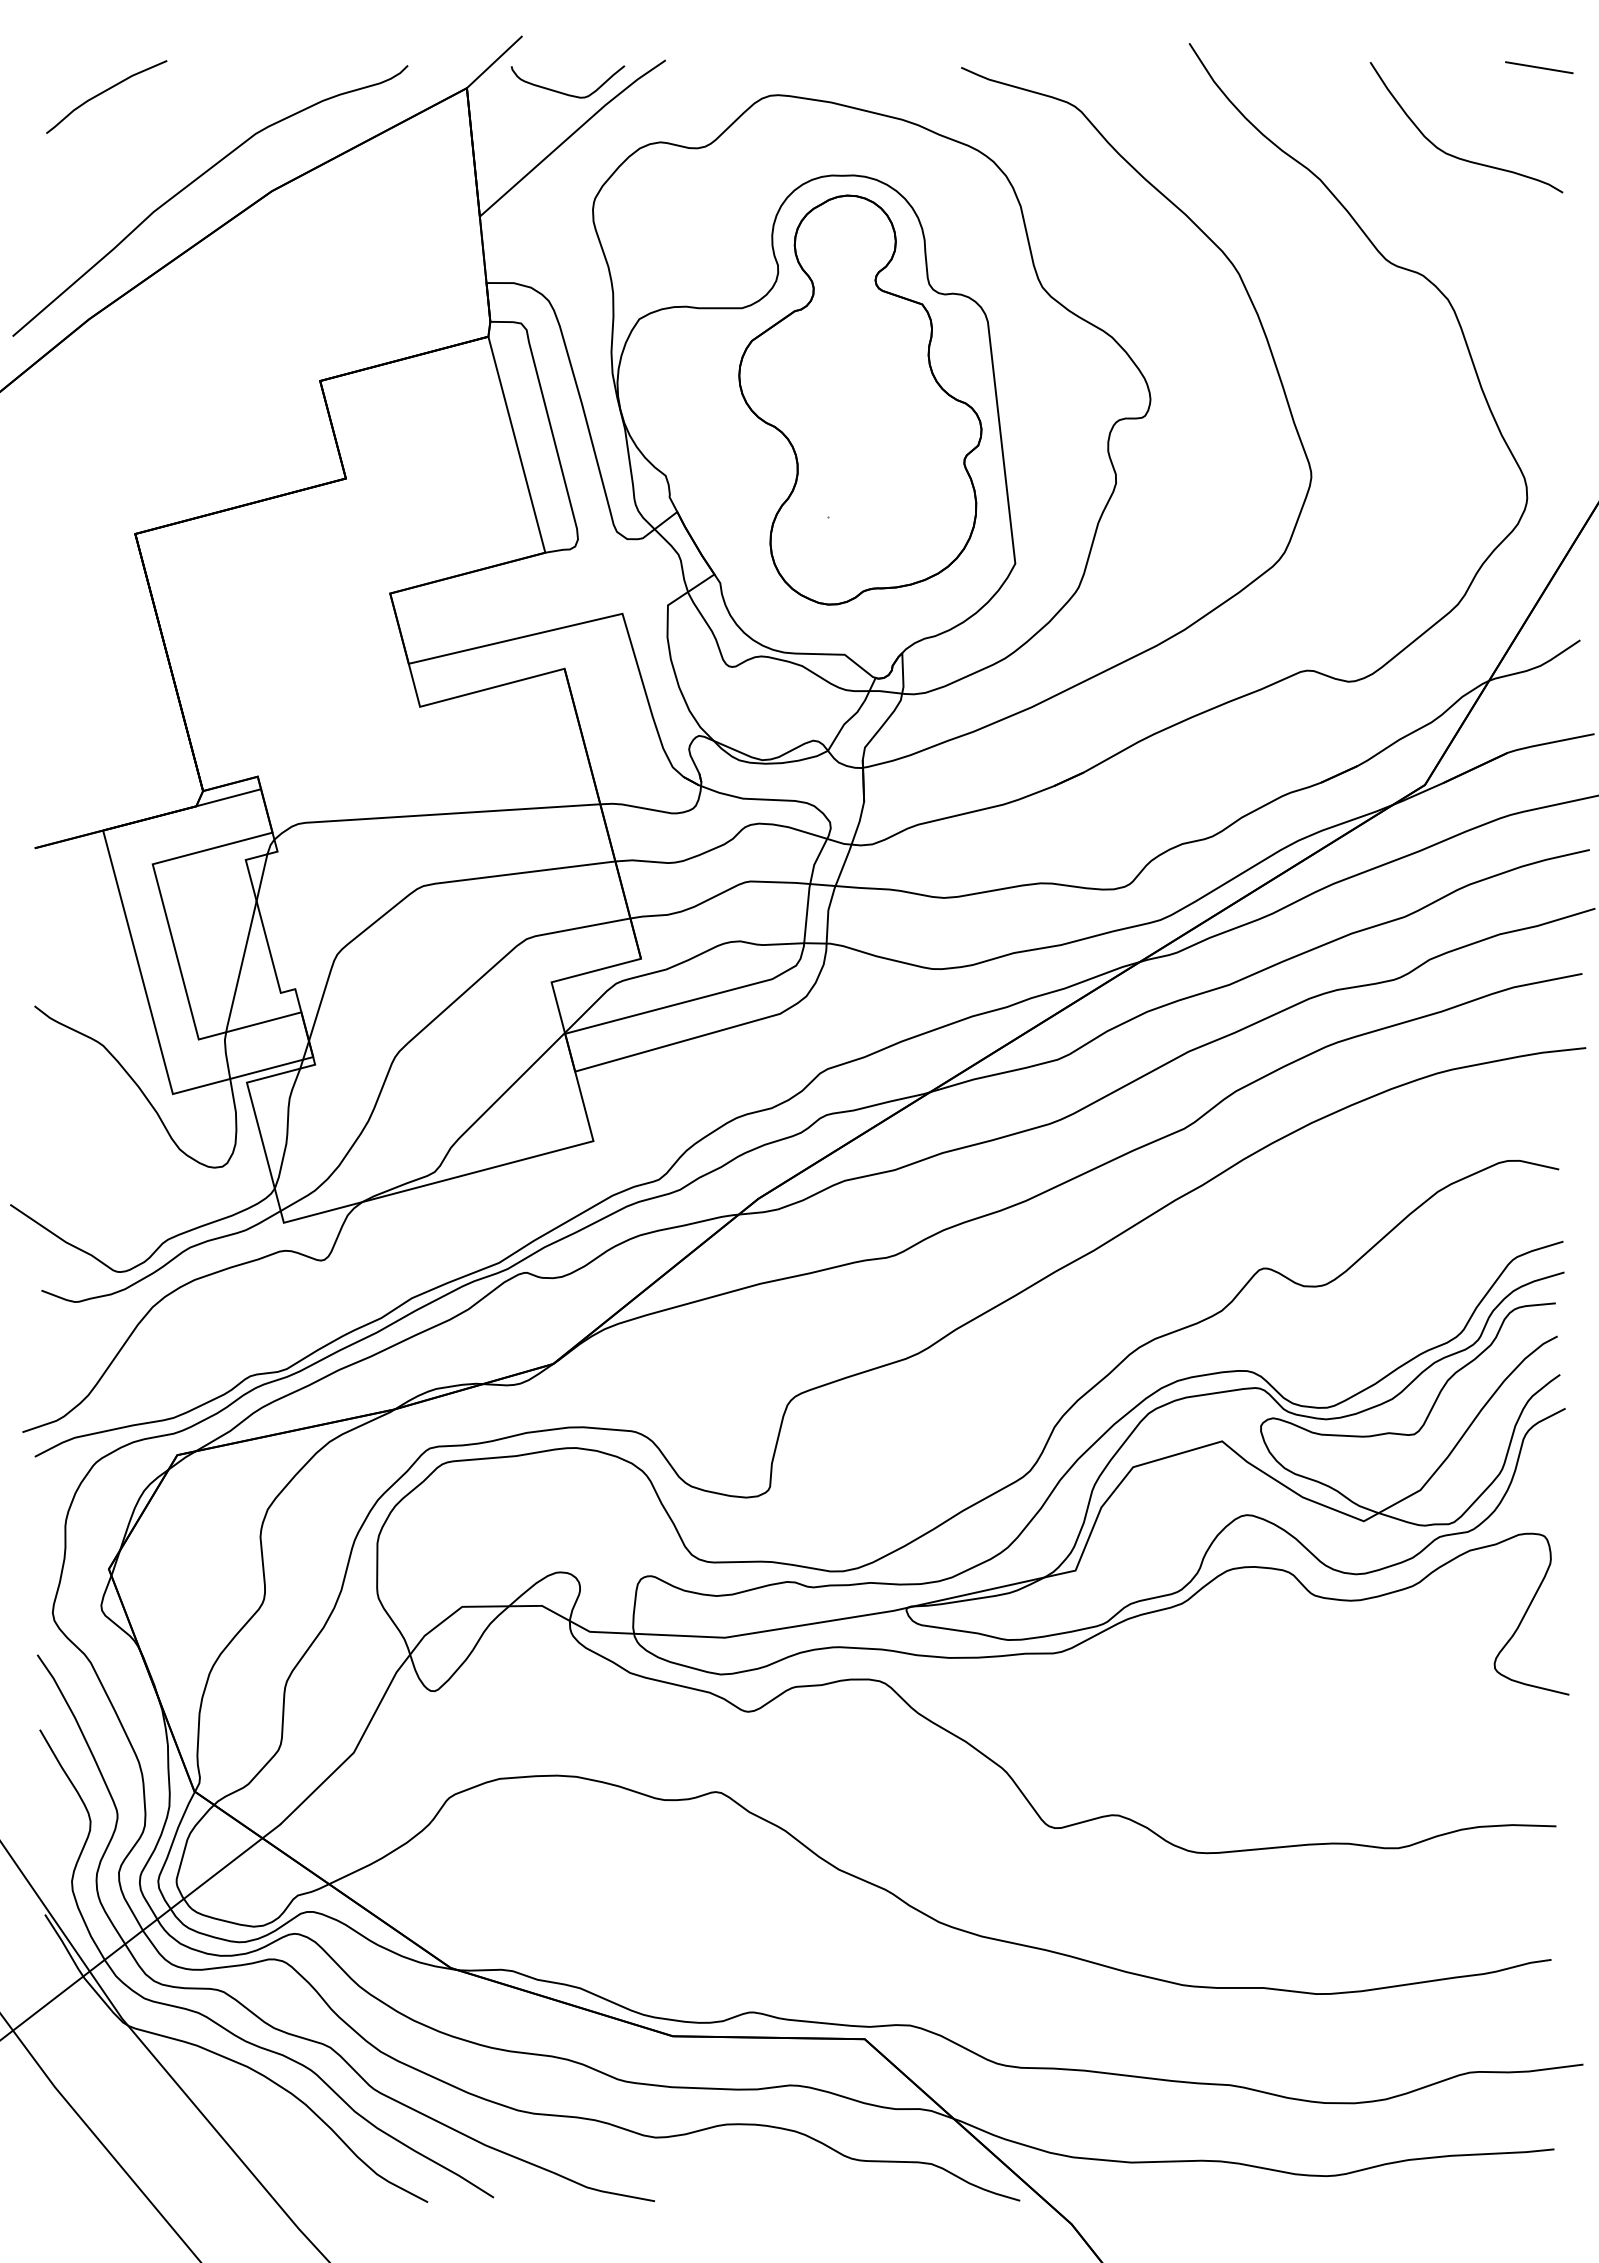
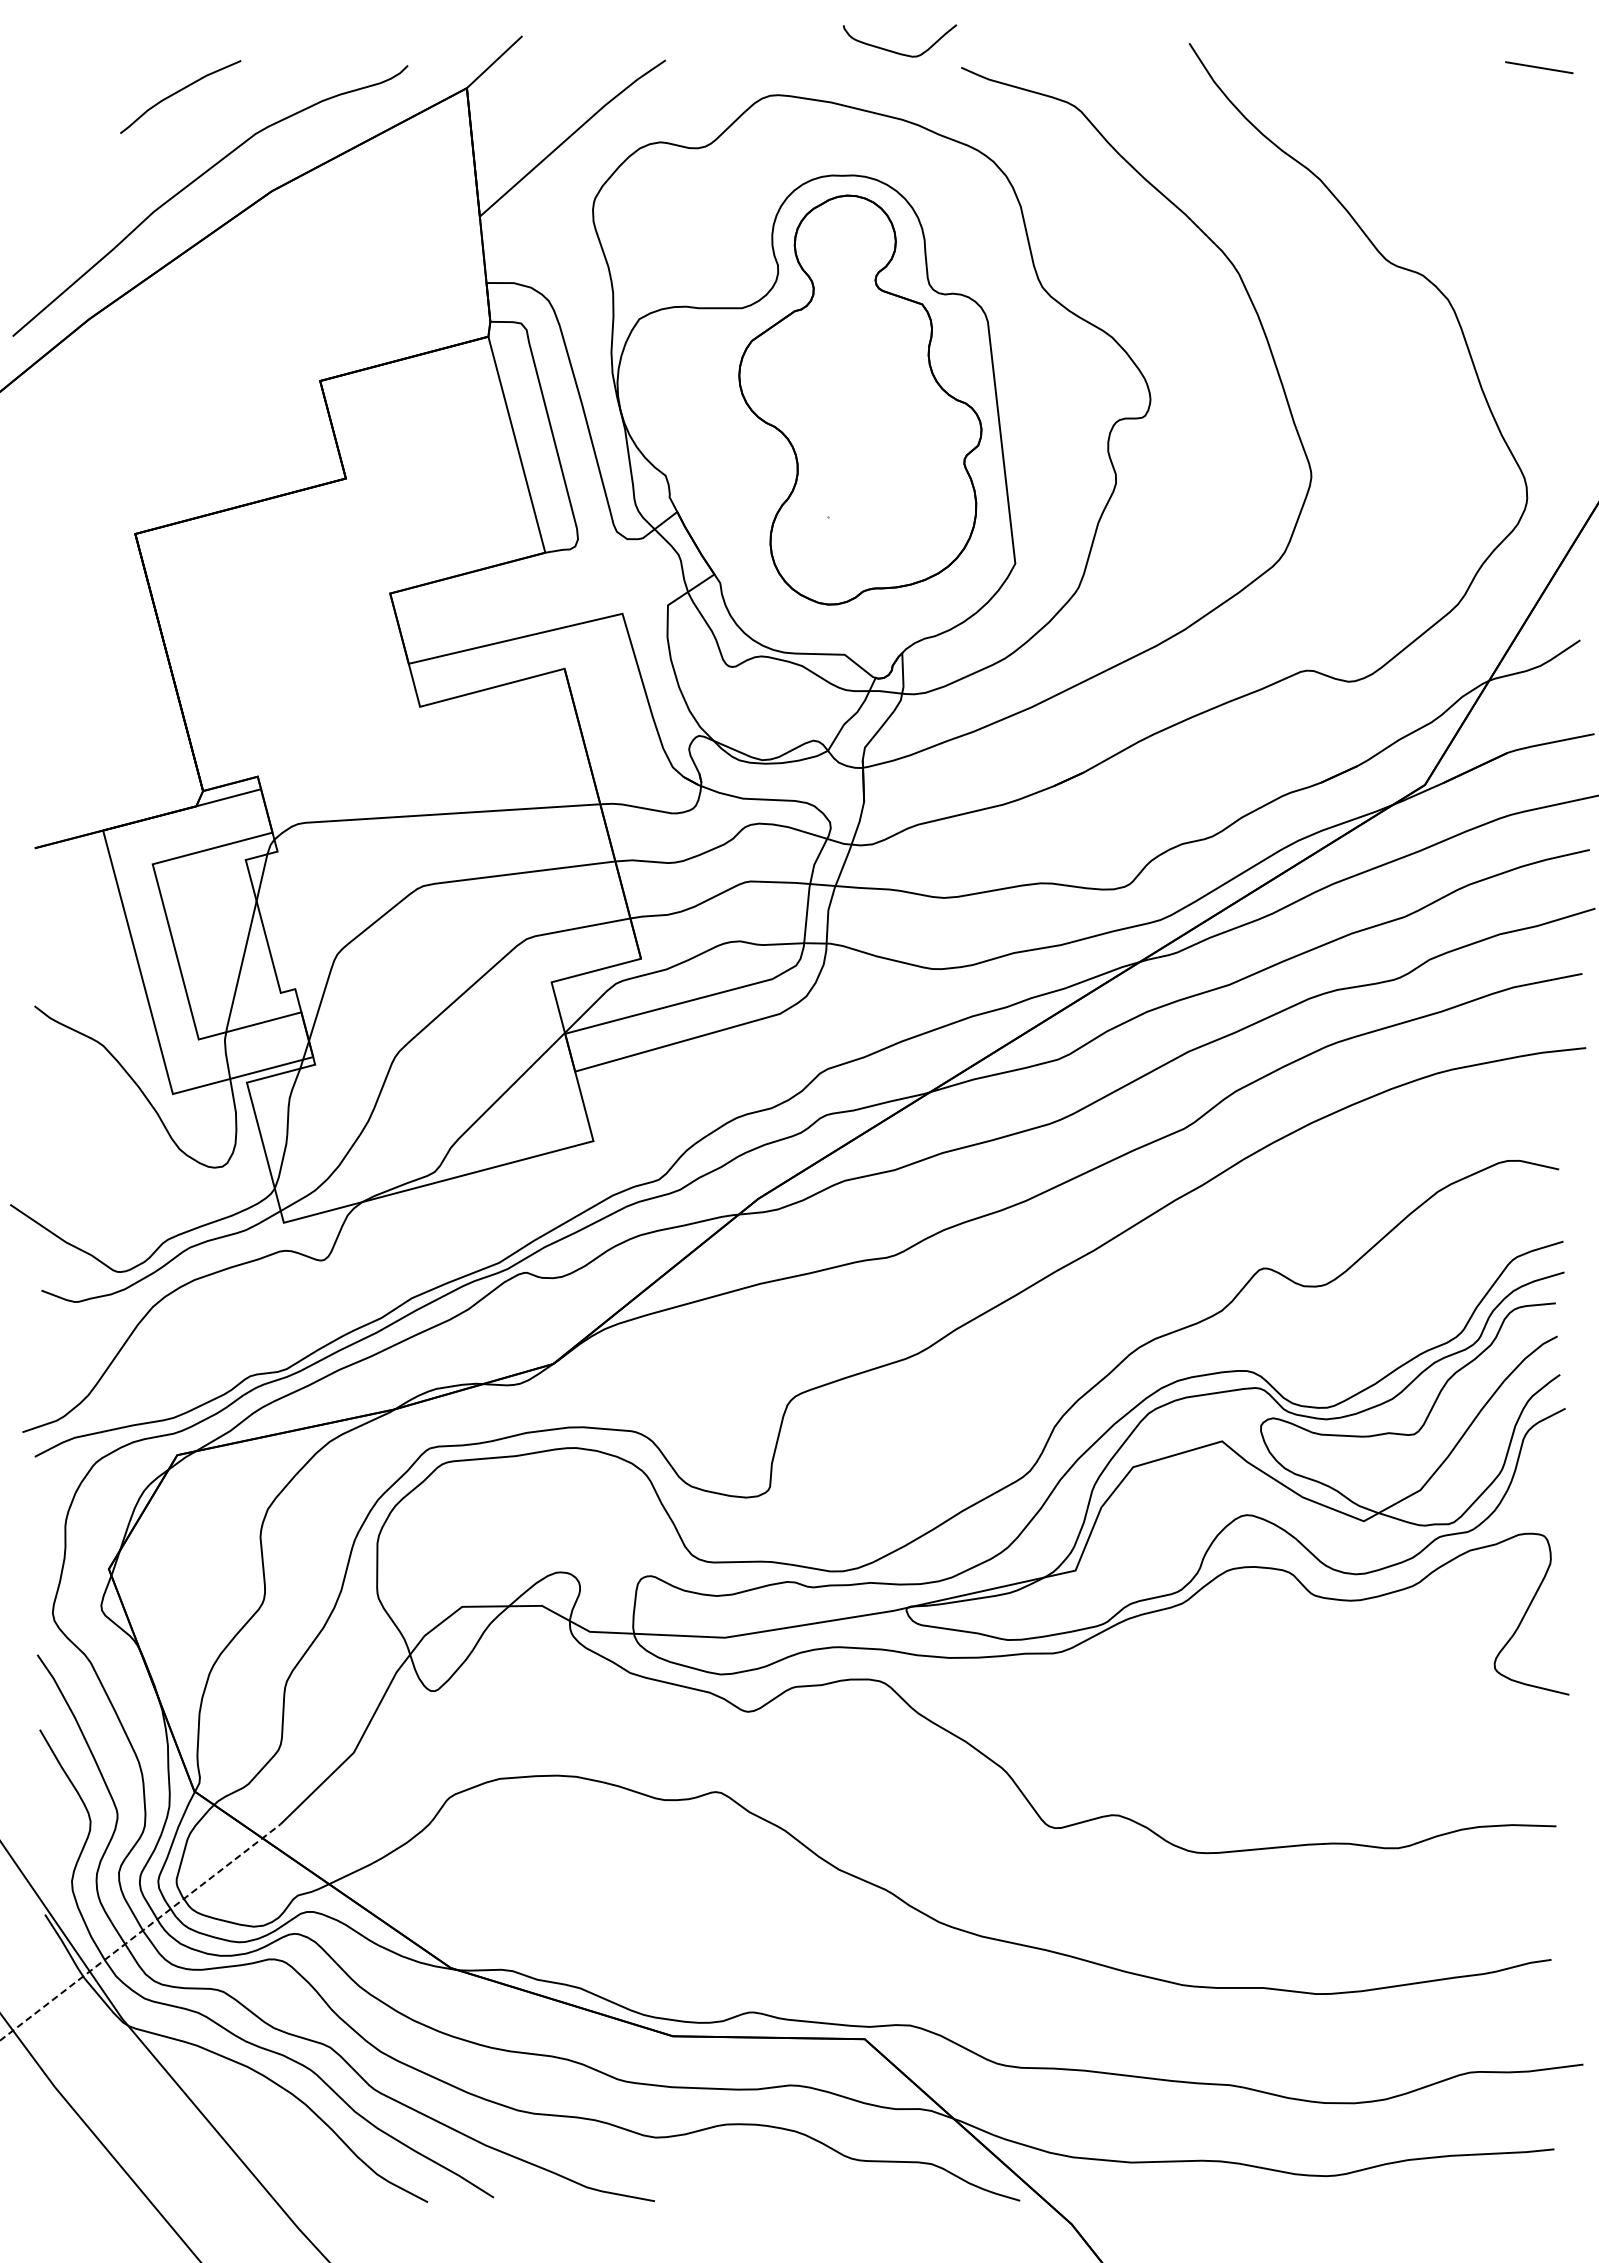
curve at (563, 92) position: (563, 92) -> (895, 51)
curve at (103, 93) position: (103, 93) -> (177, 93)
curve at (1454, 155): present -> none
line at (140, 1932): solid -> dashed
